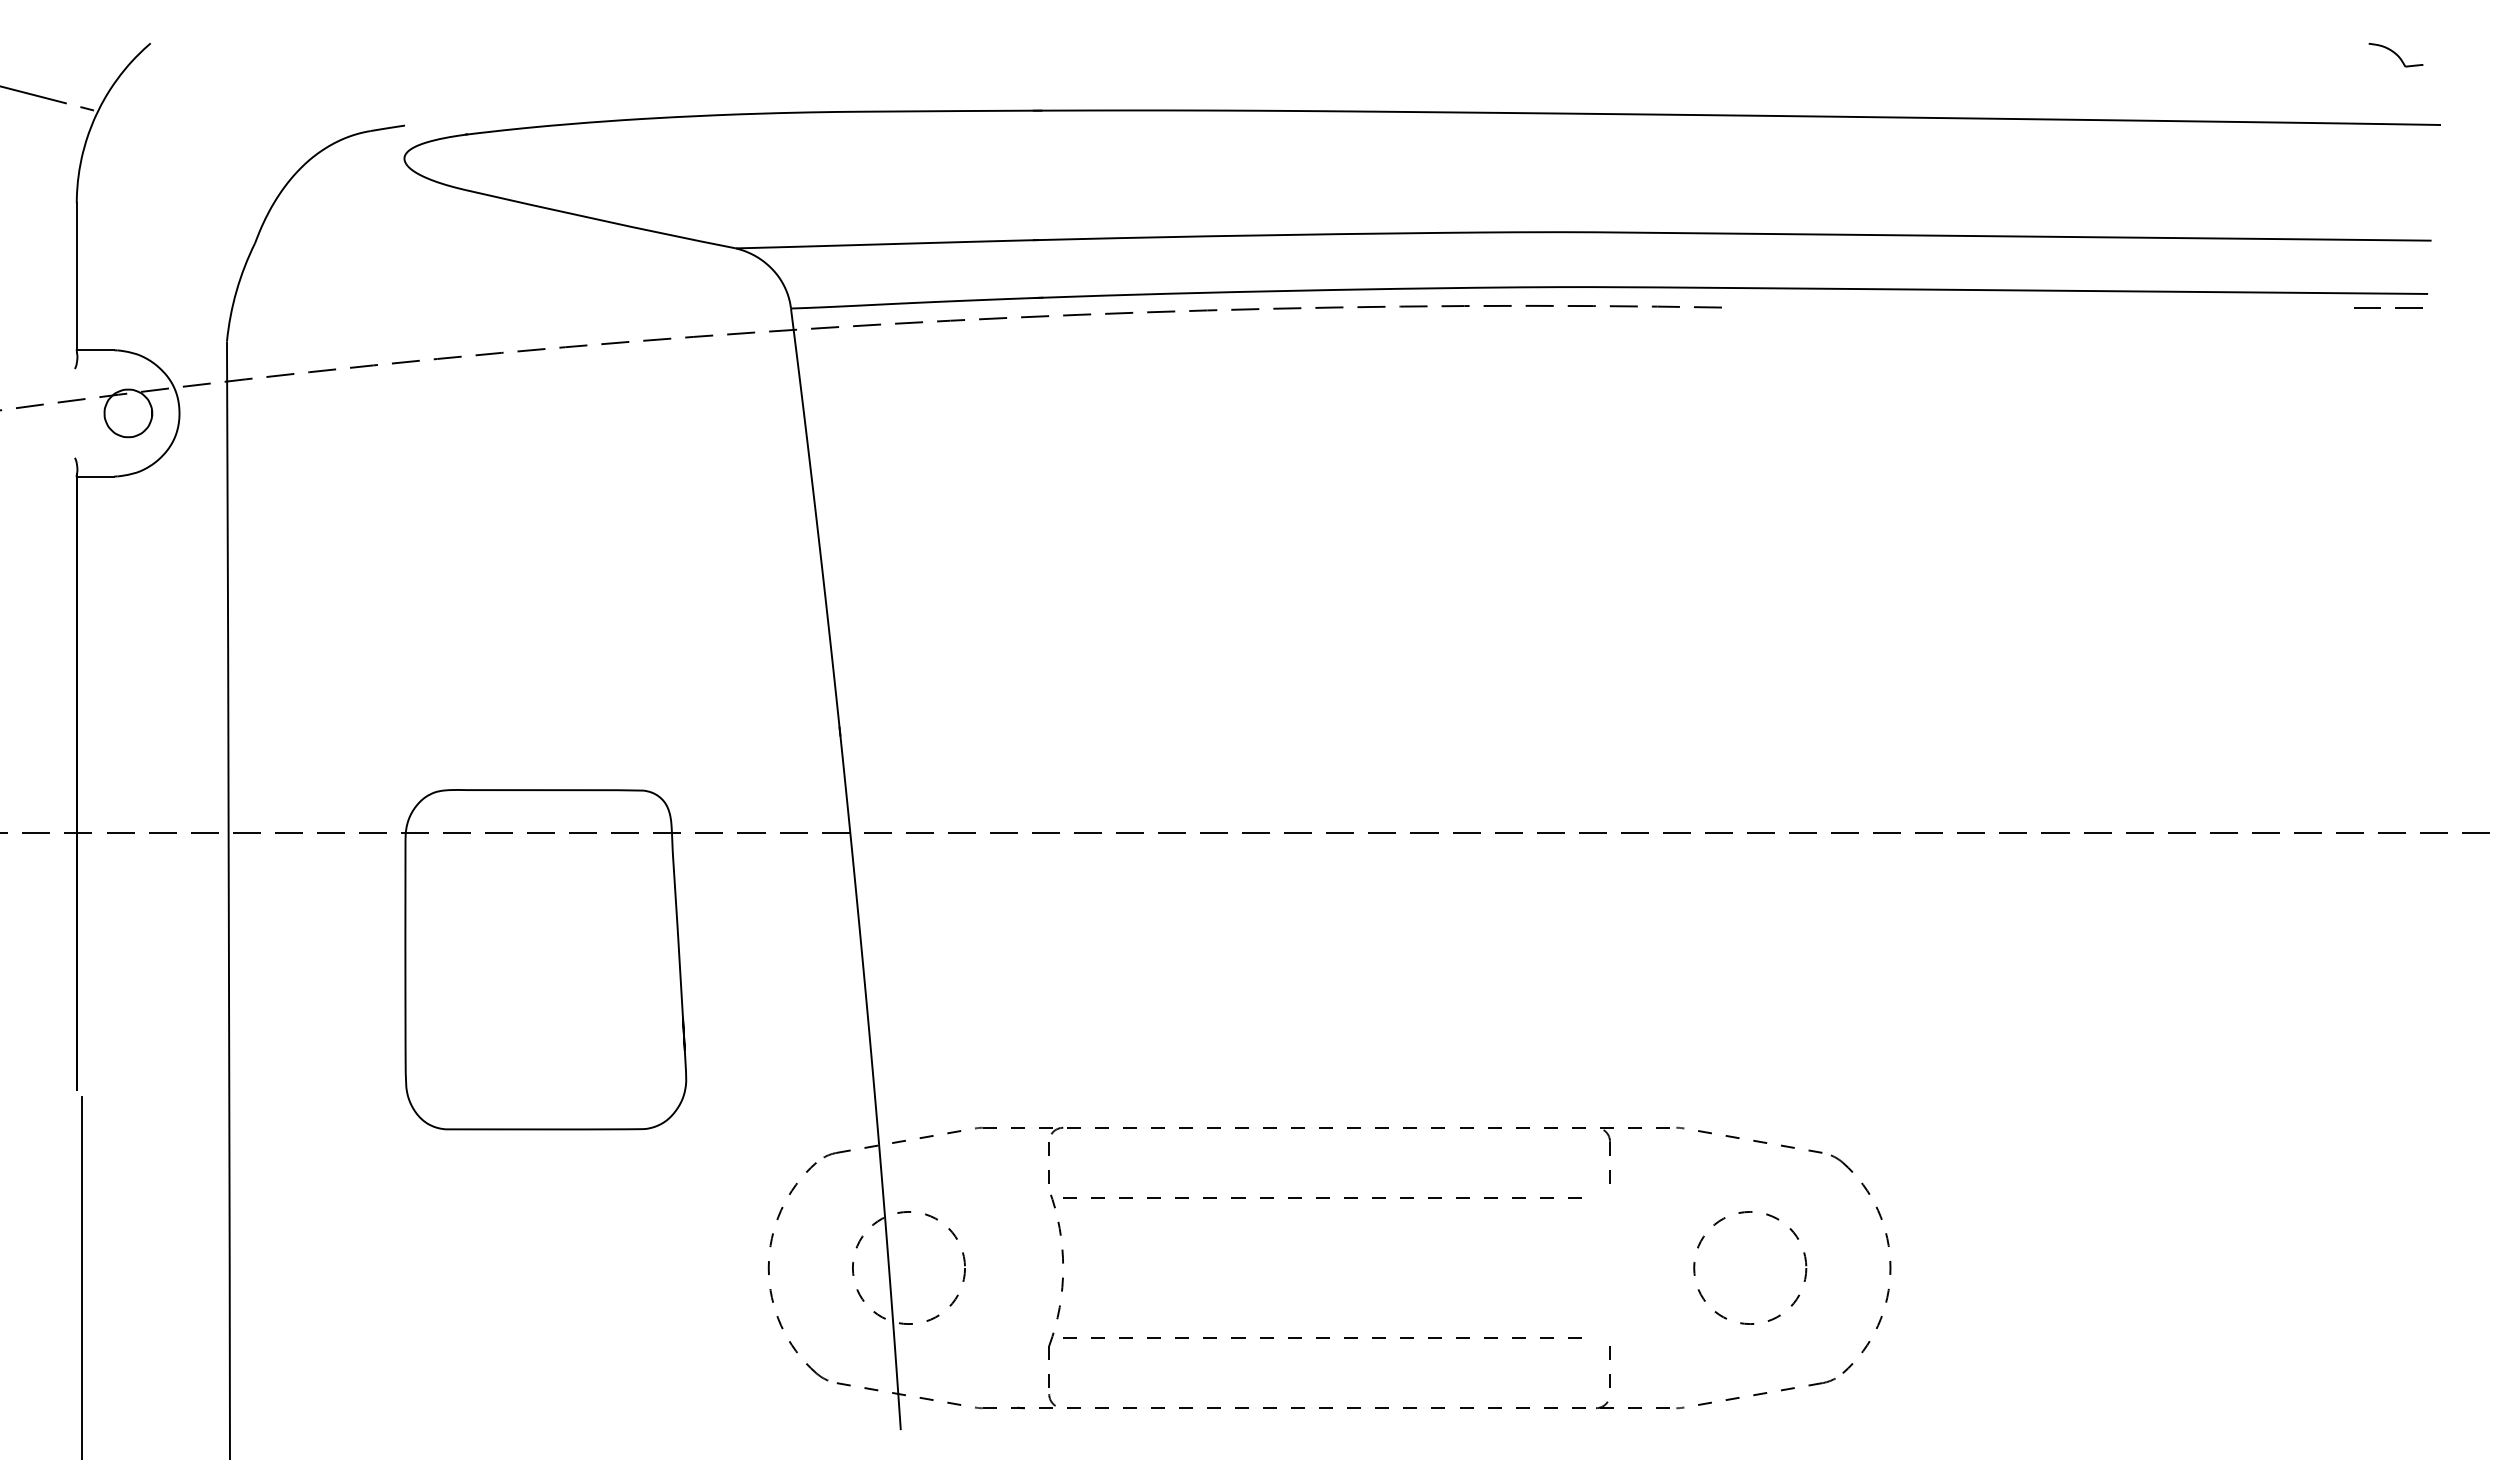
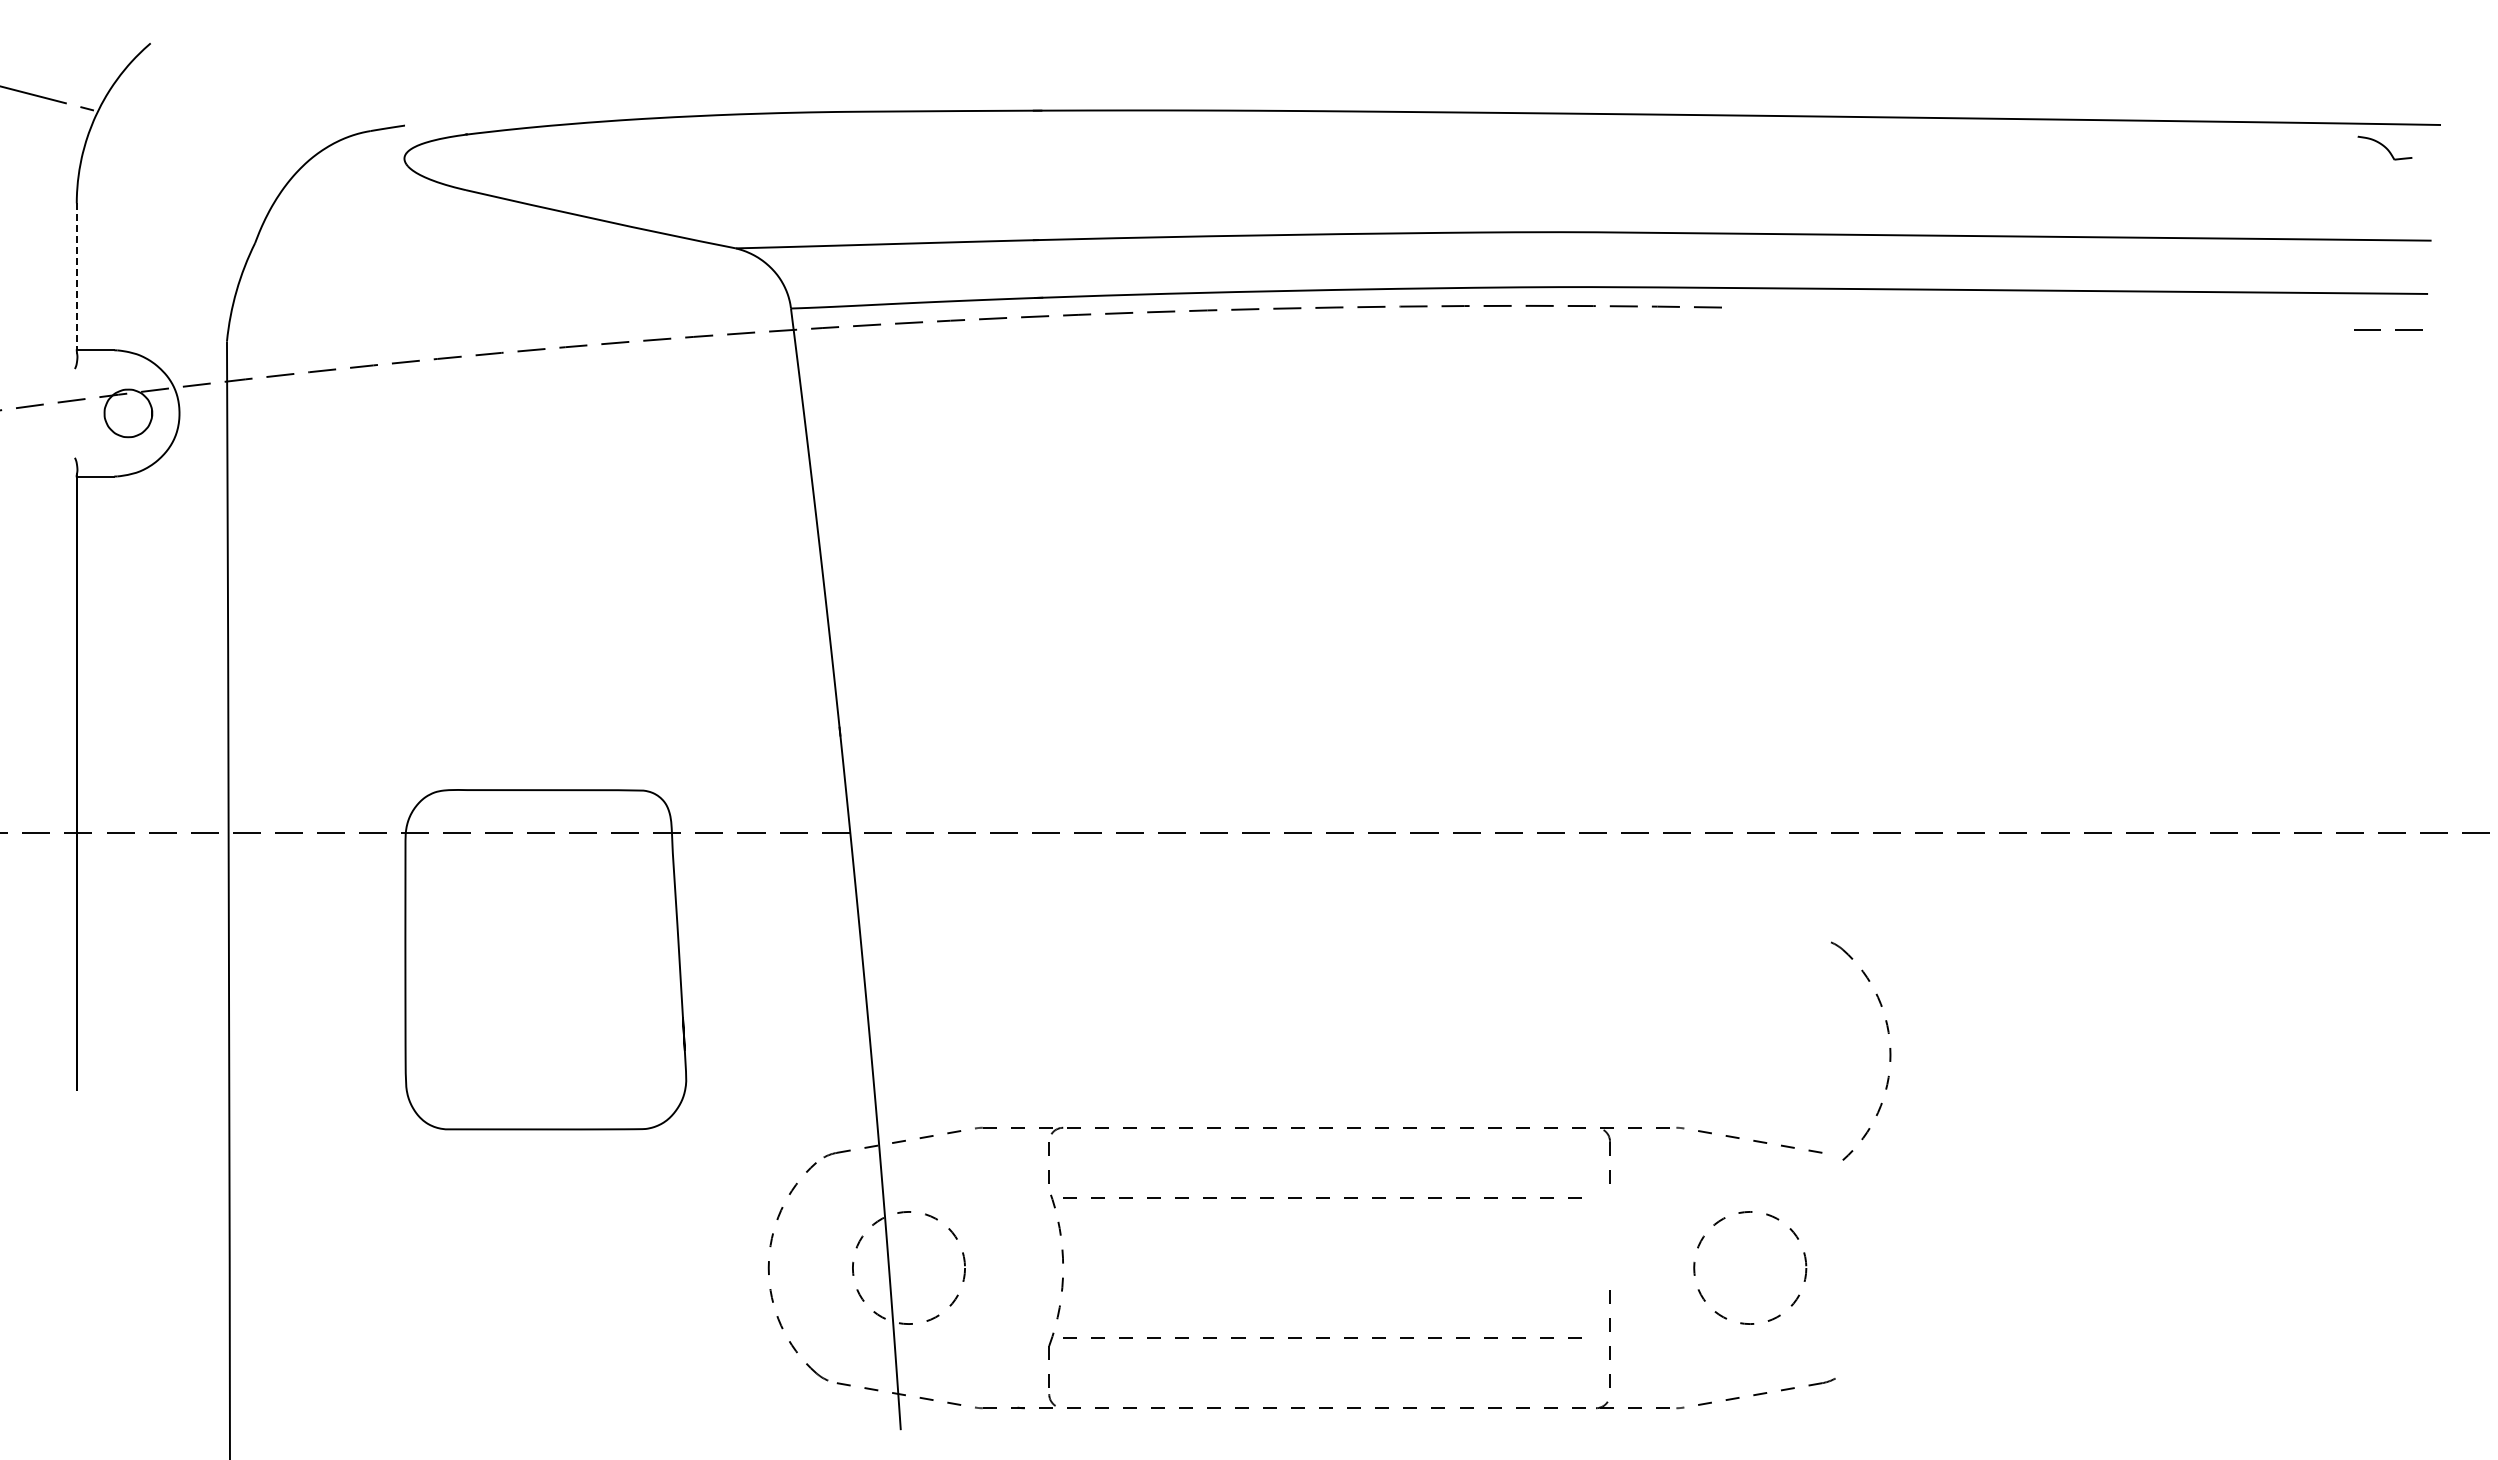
part at (2395, 54) position: (2395, 54) -> (2384, 147)
line at (76, 277): solid -> dashed
line at (2395, 307) position: (2395, 307) -> (2395, 329)
part at (1889, 1263) position: (1889, 1263) -> (1889, 1050)
line at (82, 1276): present -> none
line at (1609, 1303): none -> present
